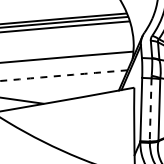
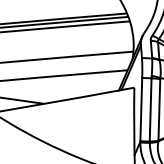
arc at (63, 75): dashed -> solid
line at (150, 110): dashed -> solid
